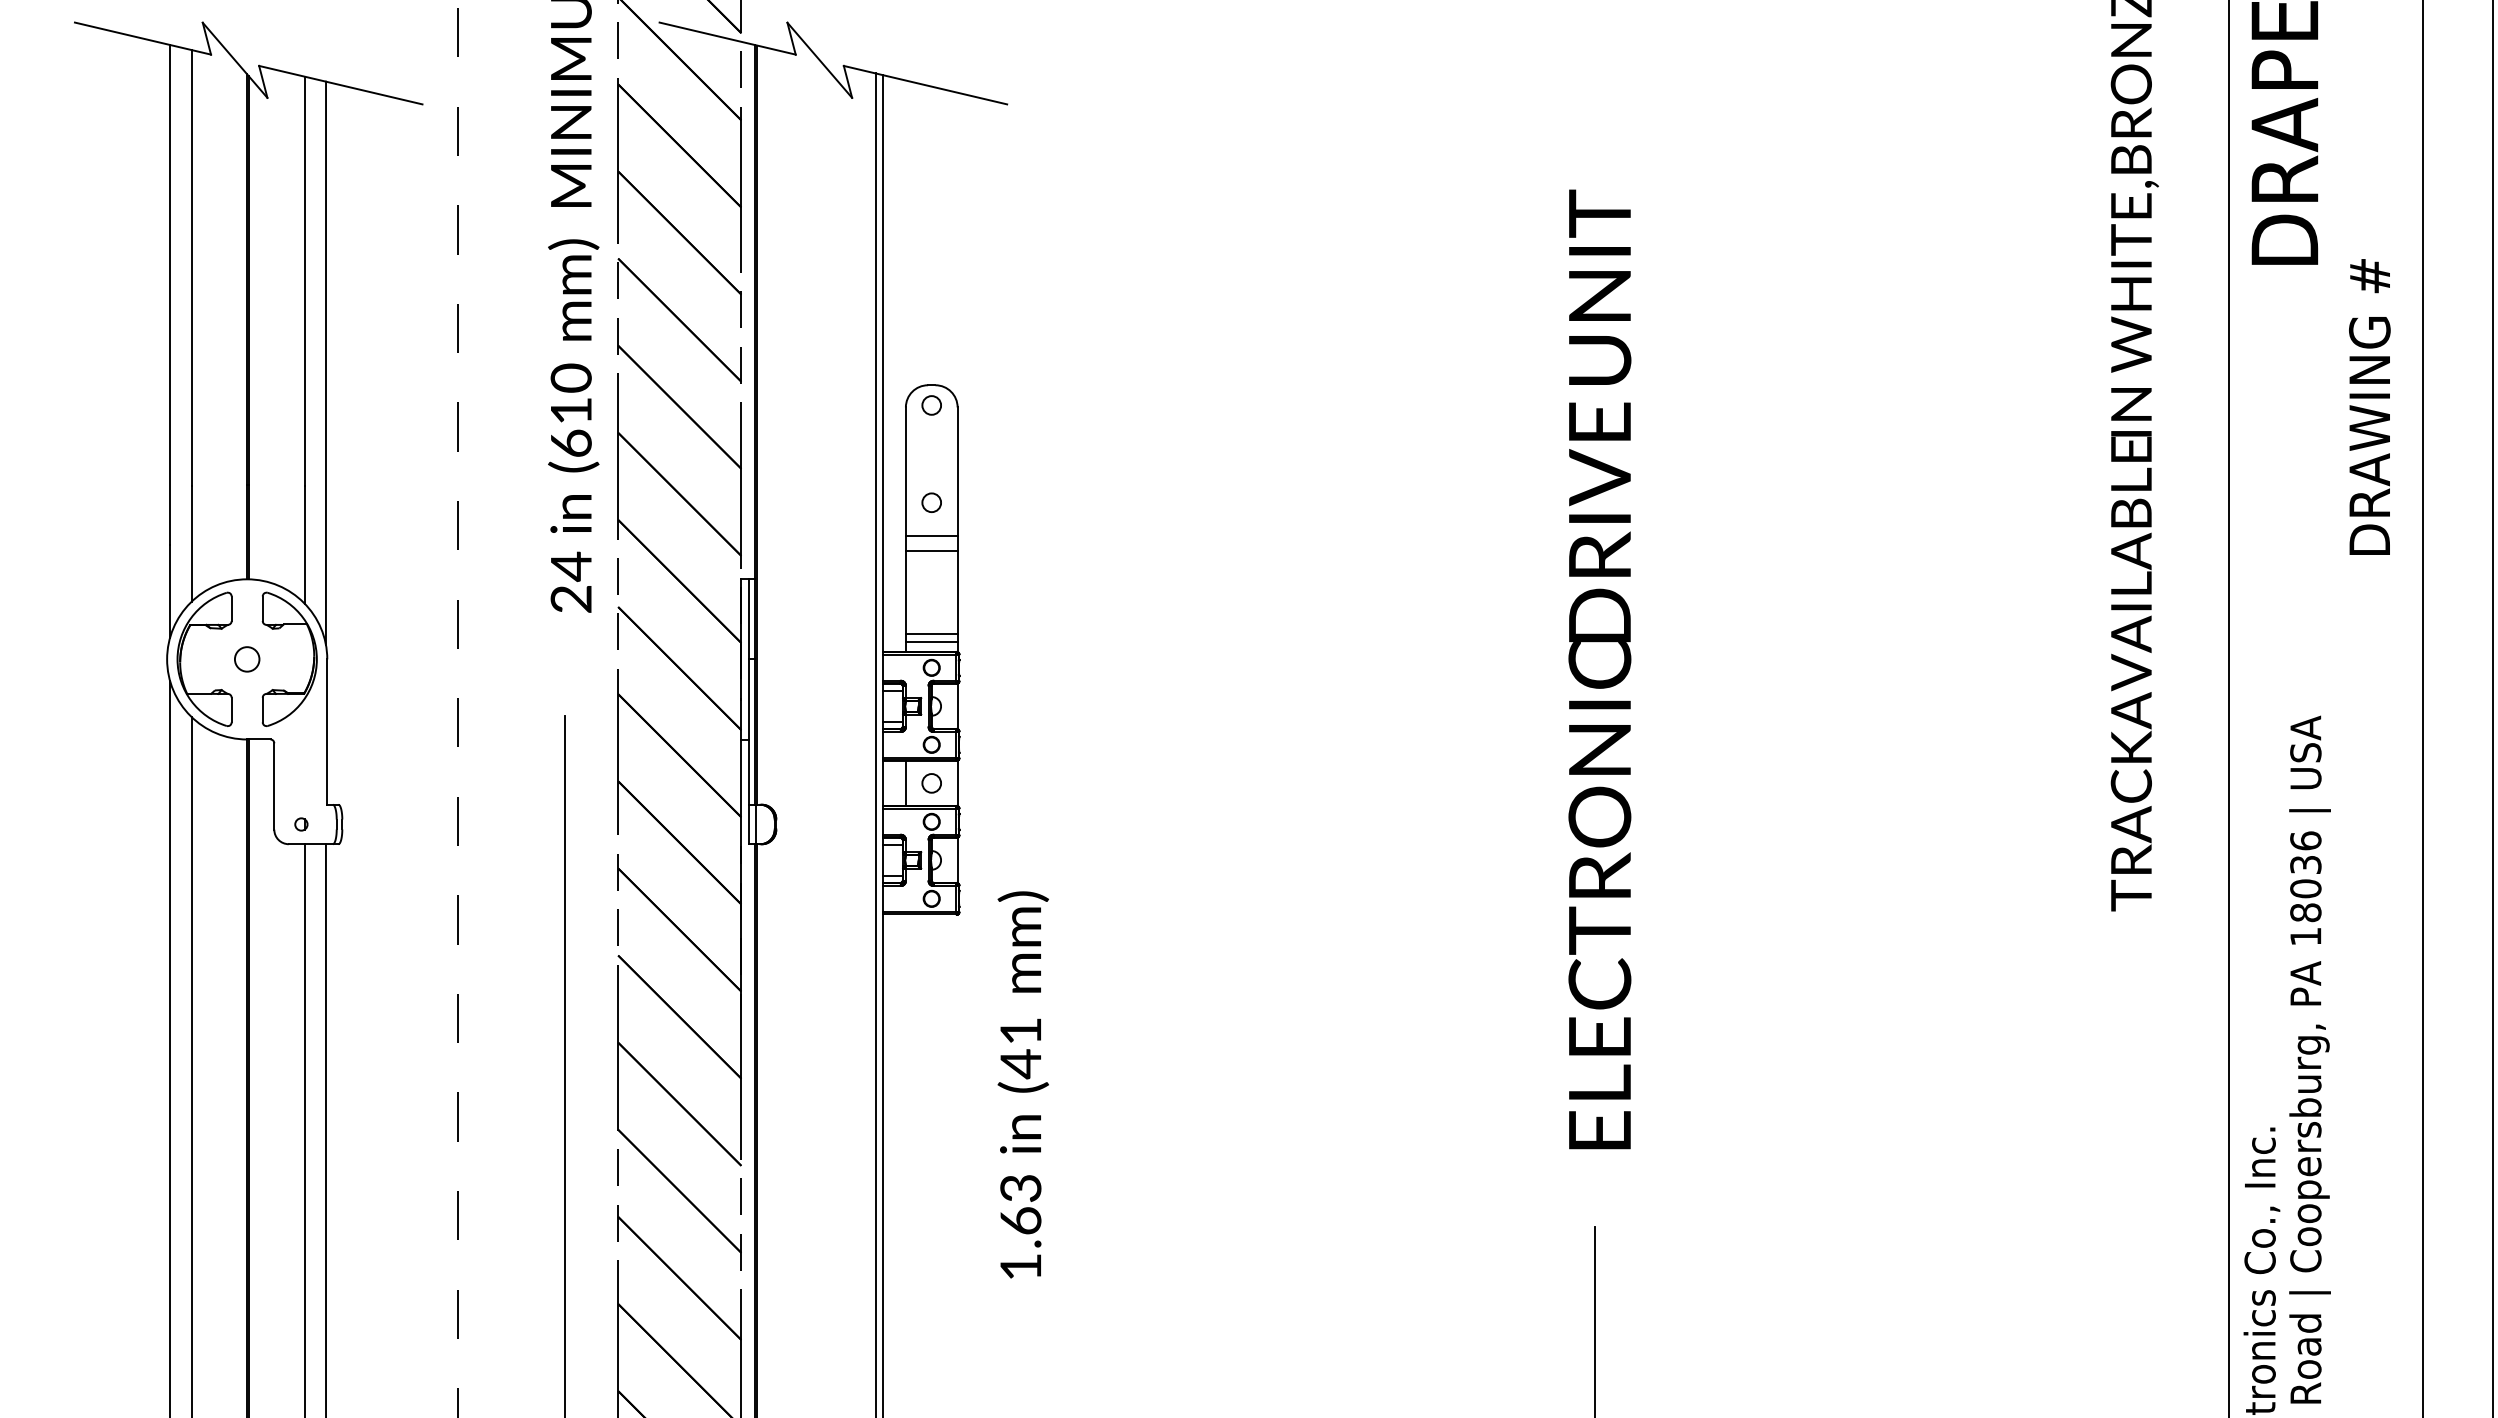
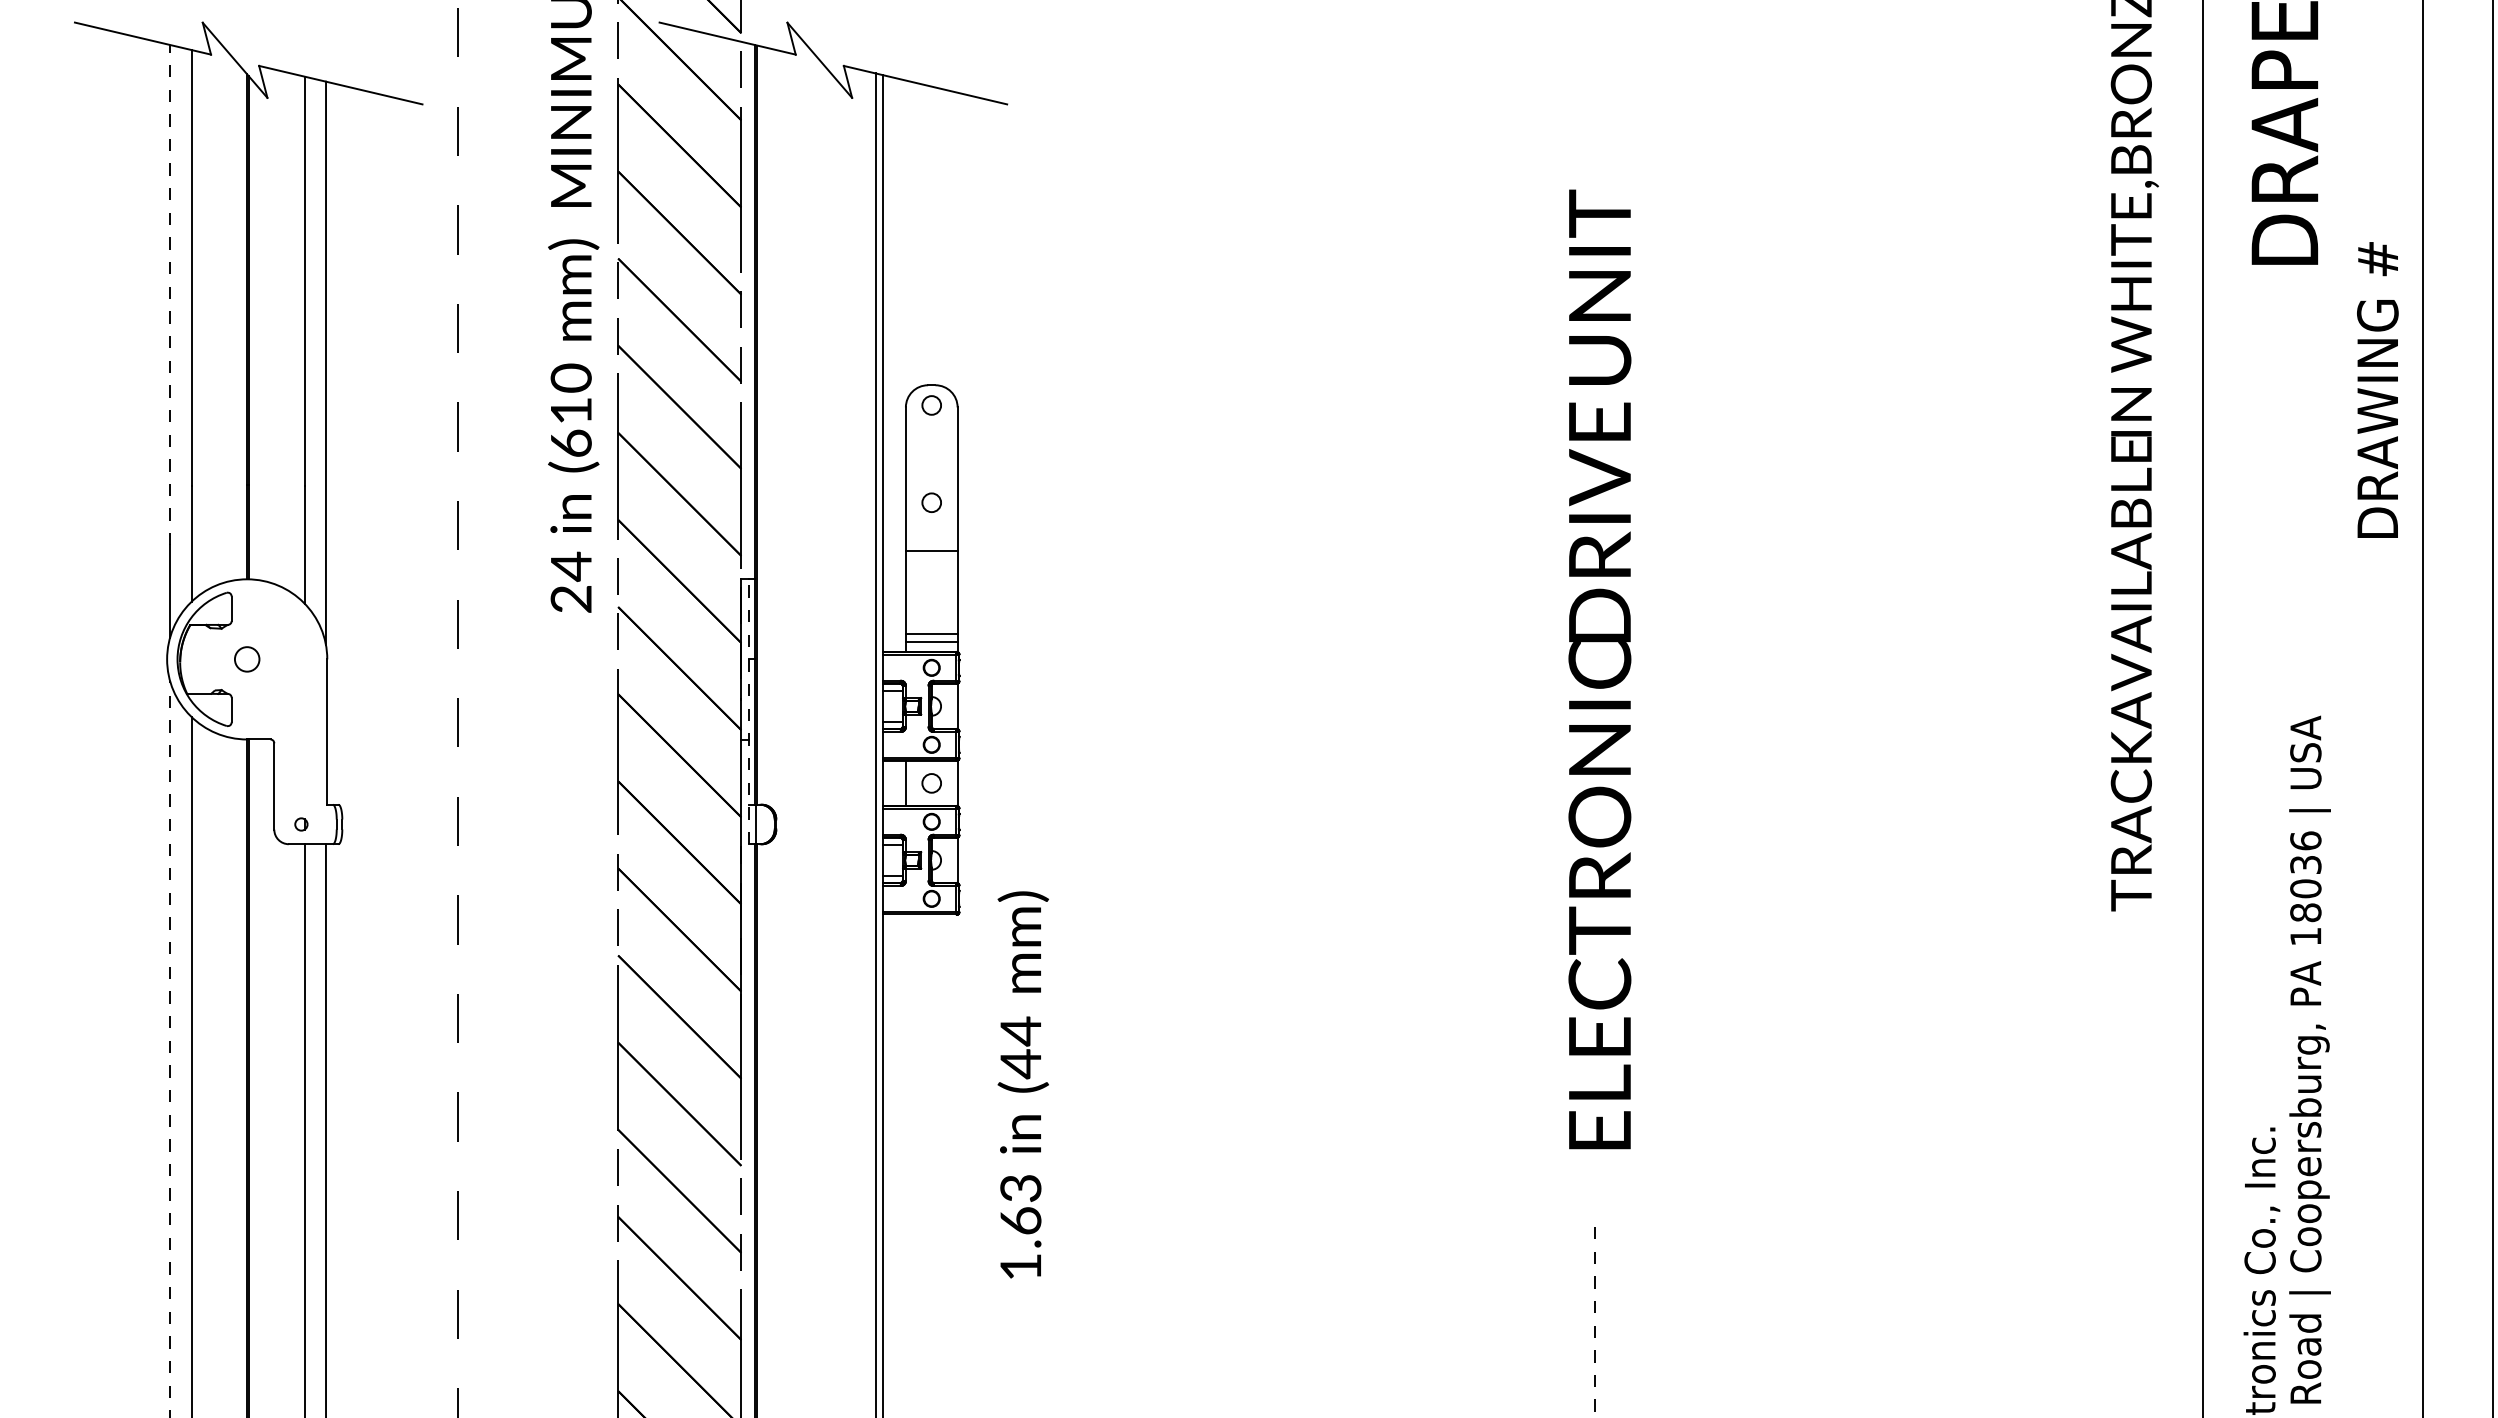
line at (170, 294): solid -> dashed
text at (2369, 406) position: (2369, 406) -> (2377, 389)
line at (931, 535): present -> none
part at (312, 663): present -> none
line at (2228, 708) position: (2228, 708) -> (2202, 708)
line at (749, 711): solid -> dashed
text at (1020, 1031): (41 -> (44
line at (170, 1049): solid -> dashed
line at (565, 1064): present -> none
line at (1595, 1322): solid -> dashed
